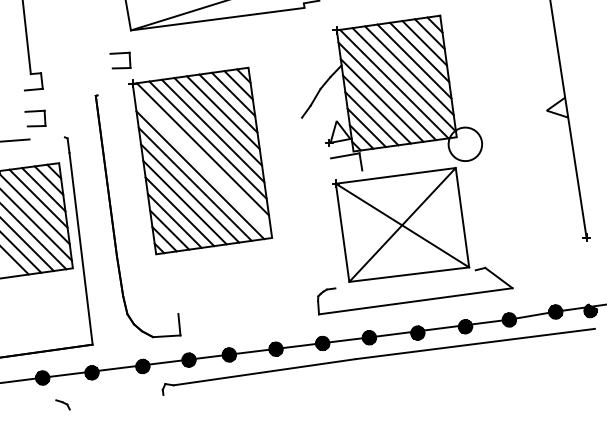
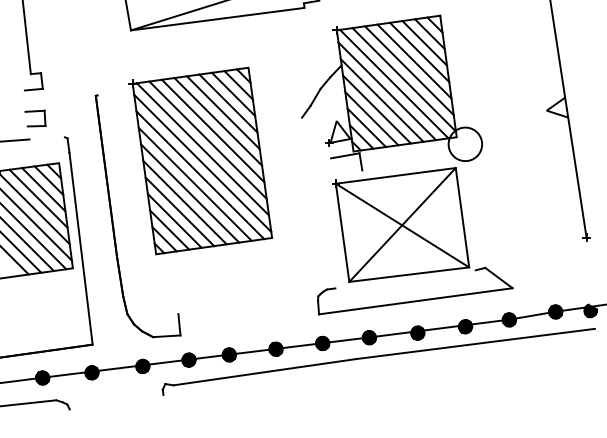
part at (120, 60): present -> none
line at (202, 162): none -> present
line at (29, 403): none -> present
